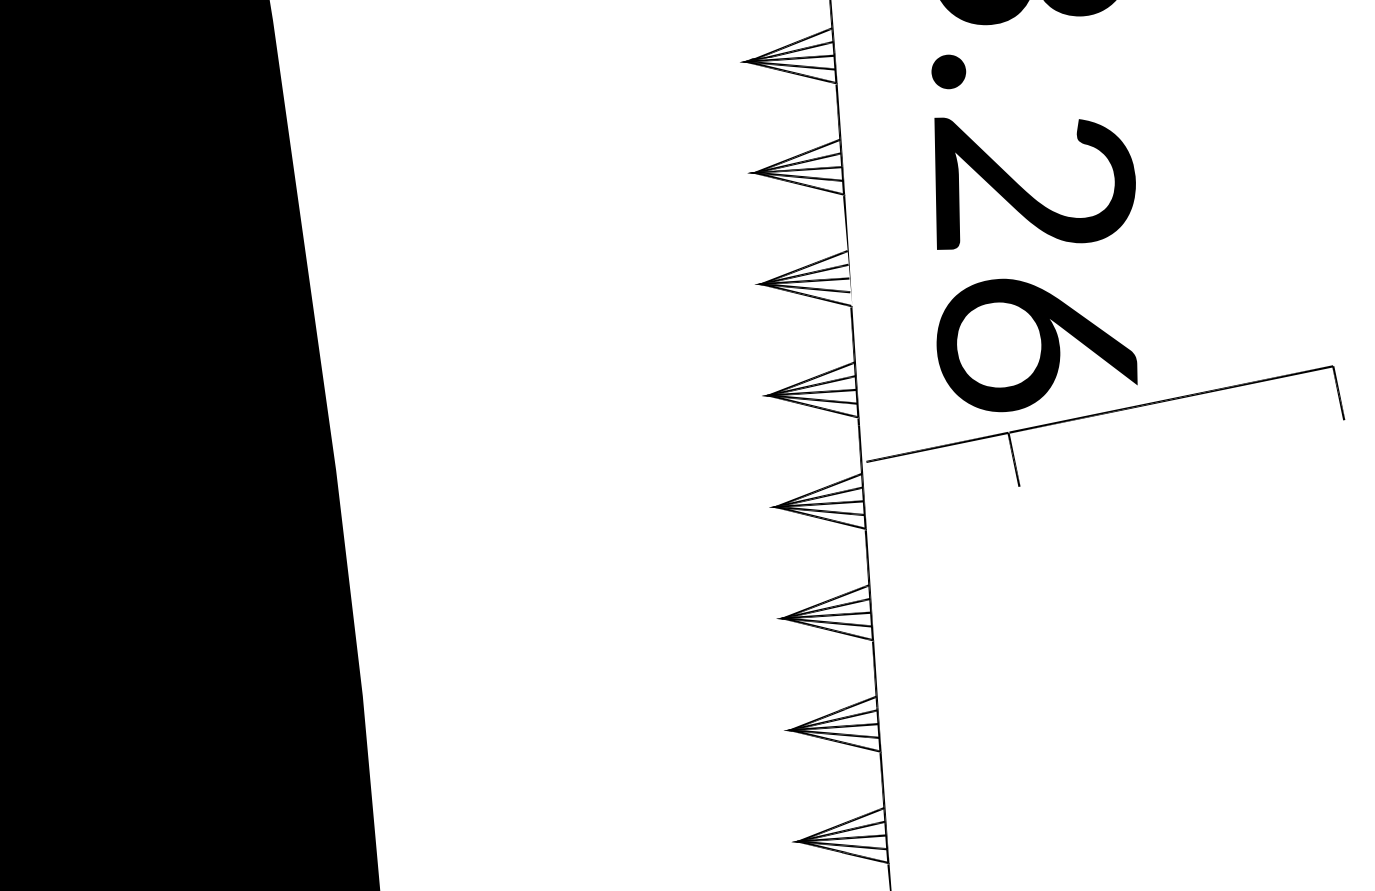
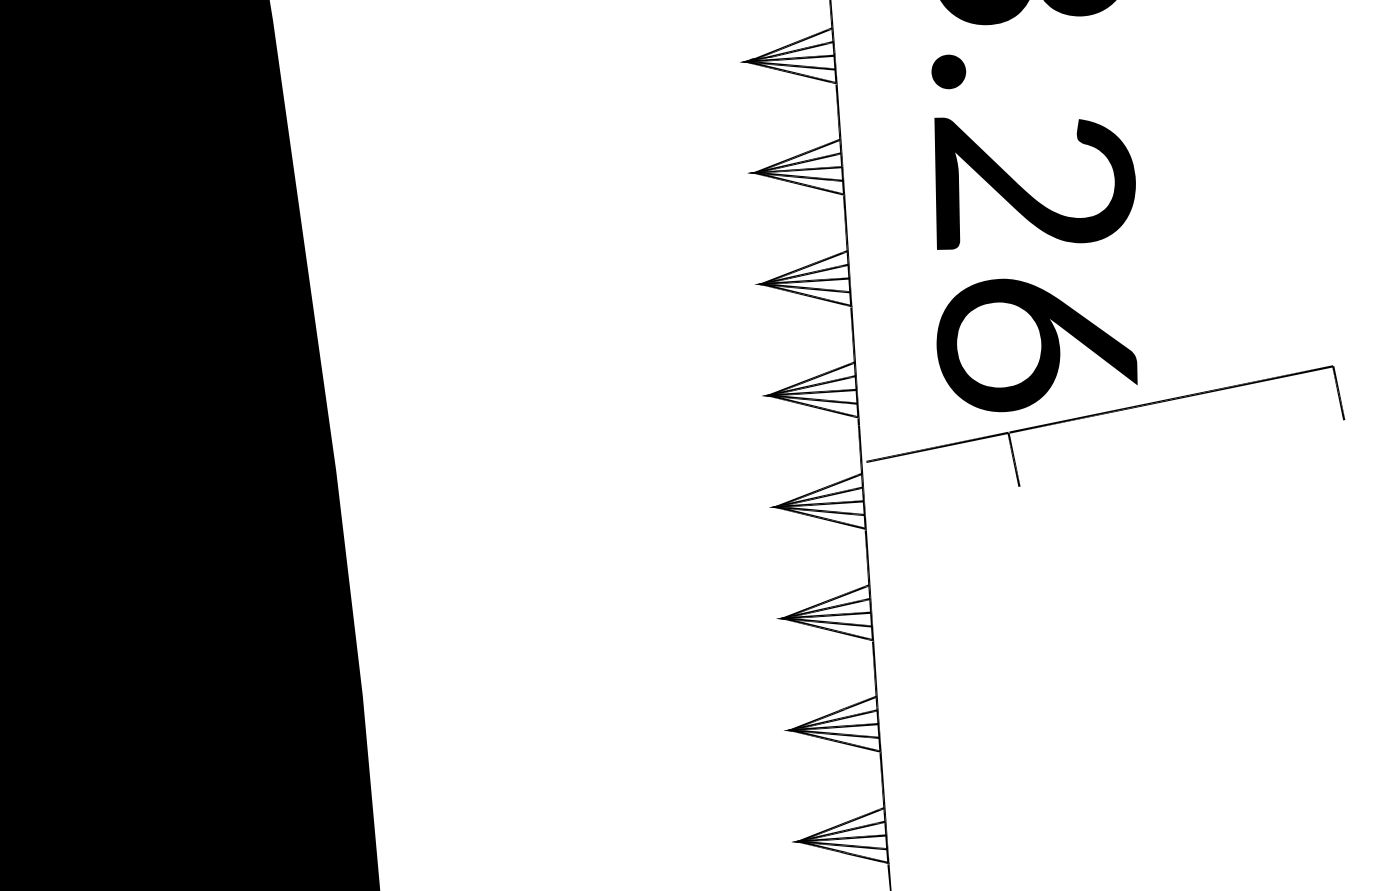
fill at (847, 251): none -> present
